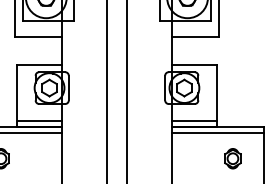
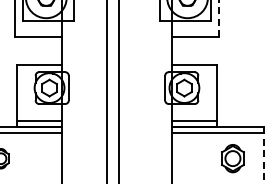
line at (219, 18): solid -> dashed
line at (126, 91) position: (126, 91) -> (118, 91)
line at (264, 155): solid -> dashed
part at (232, 158) size: 18x22 px -> 24x30 px
